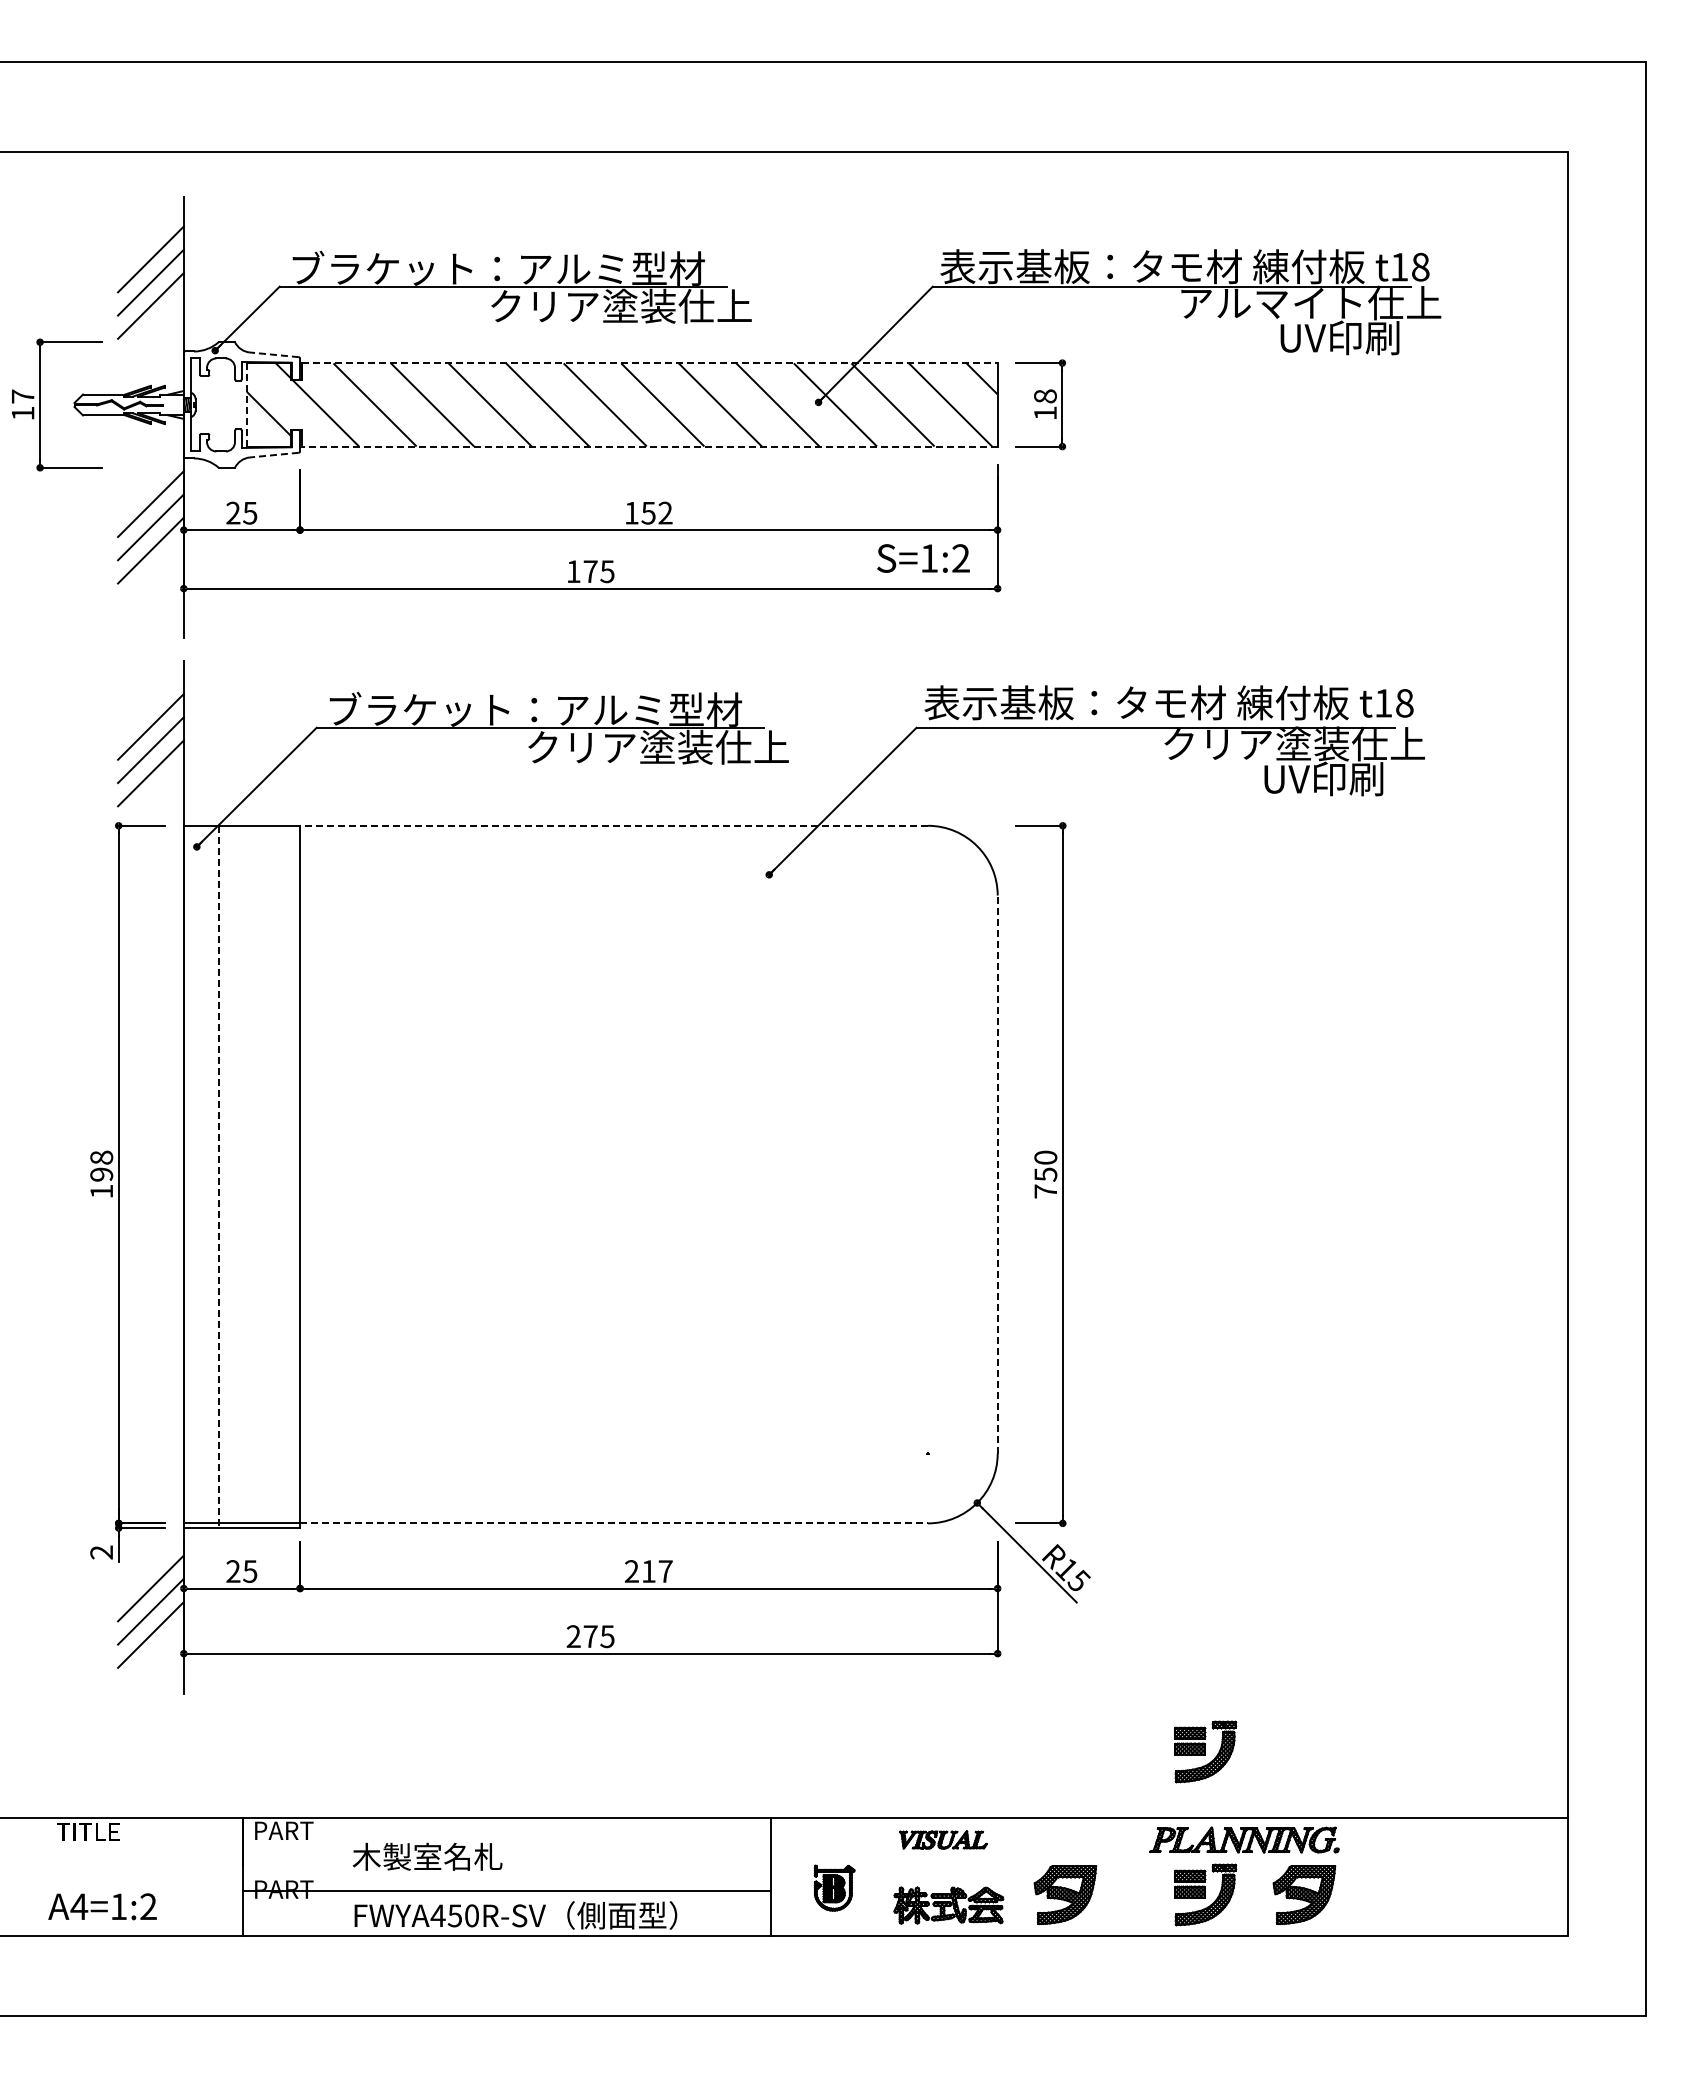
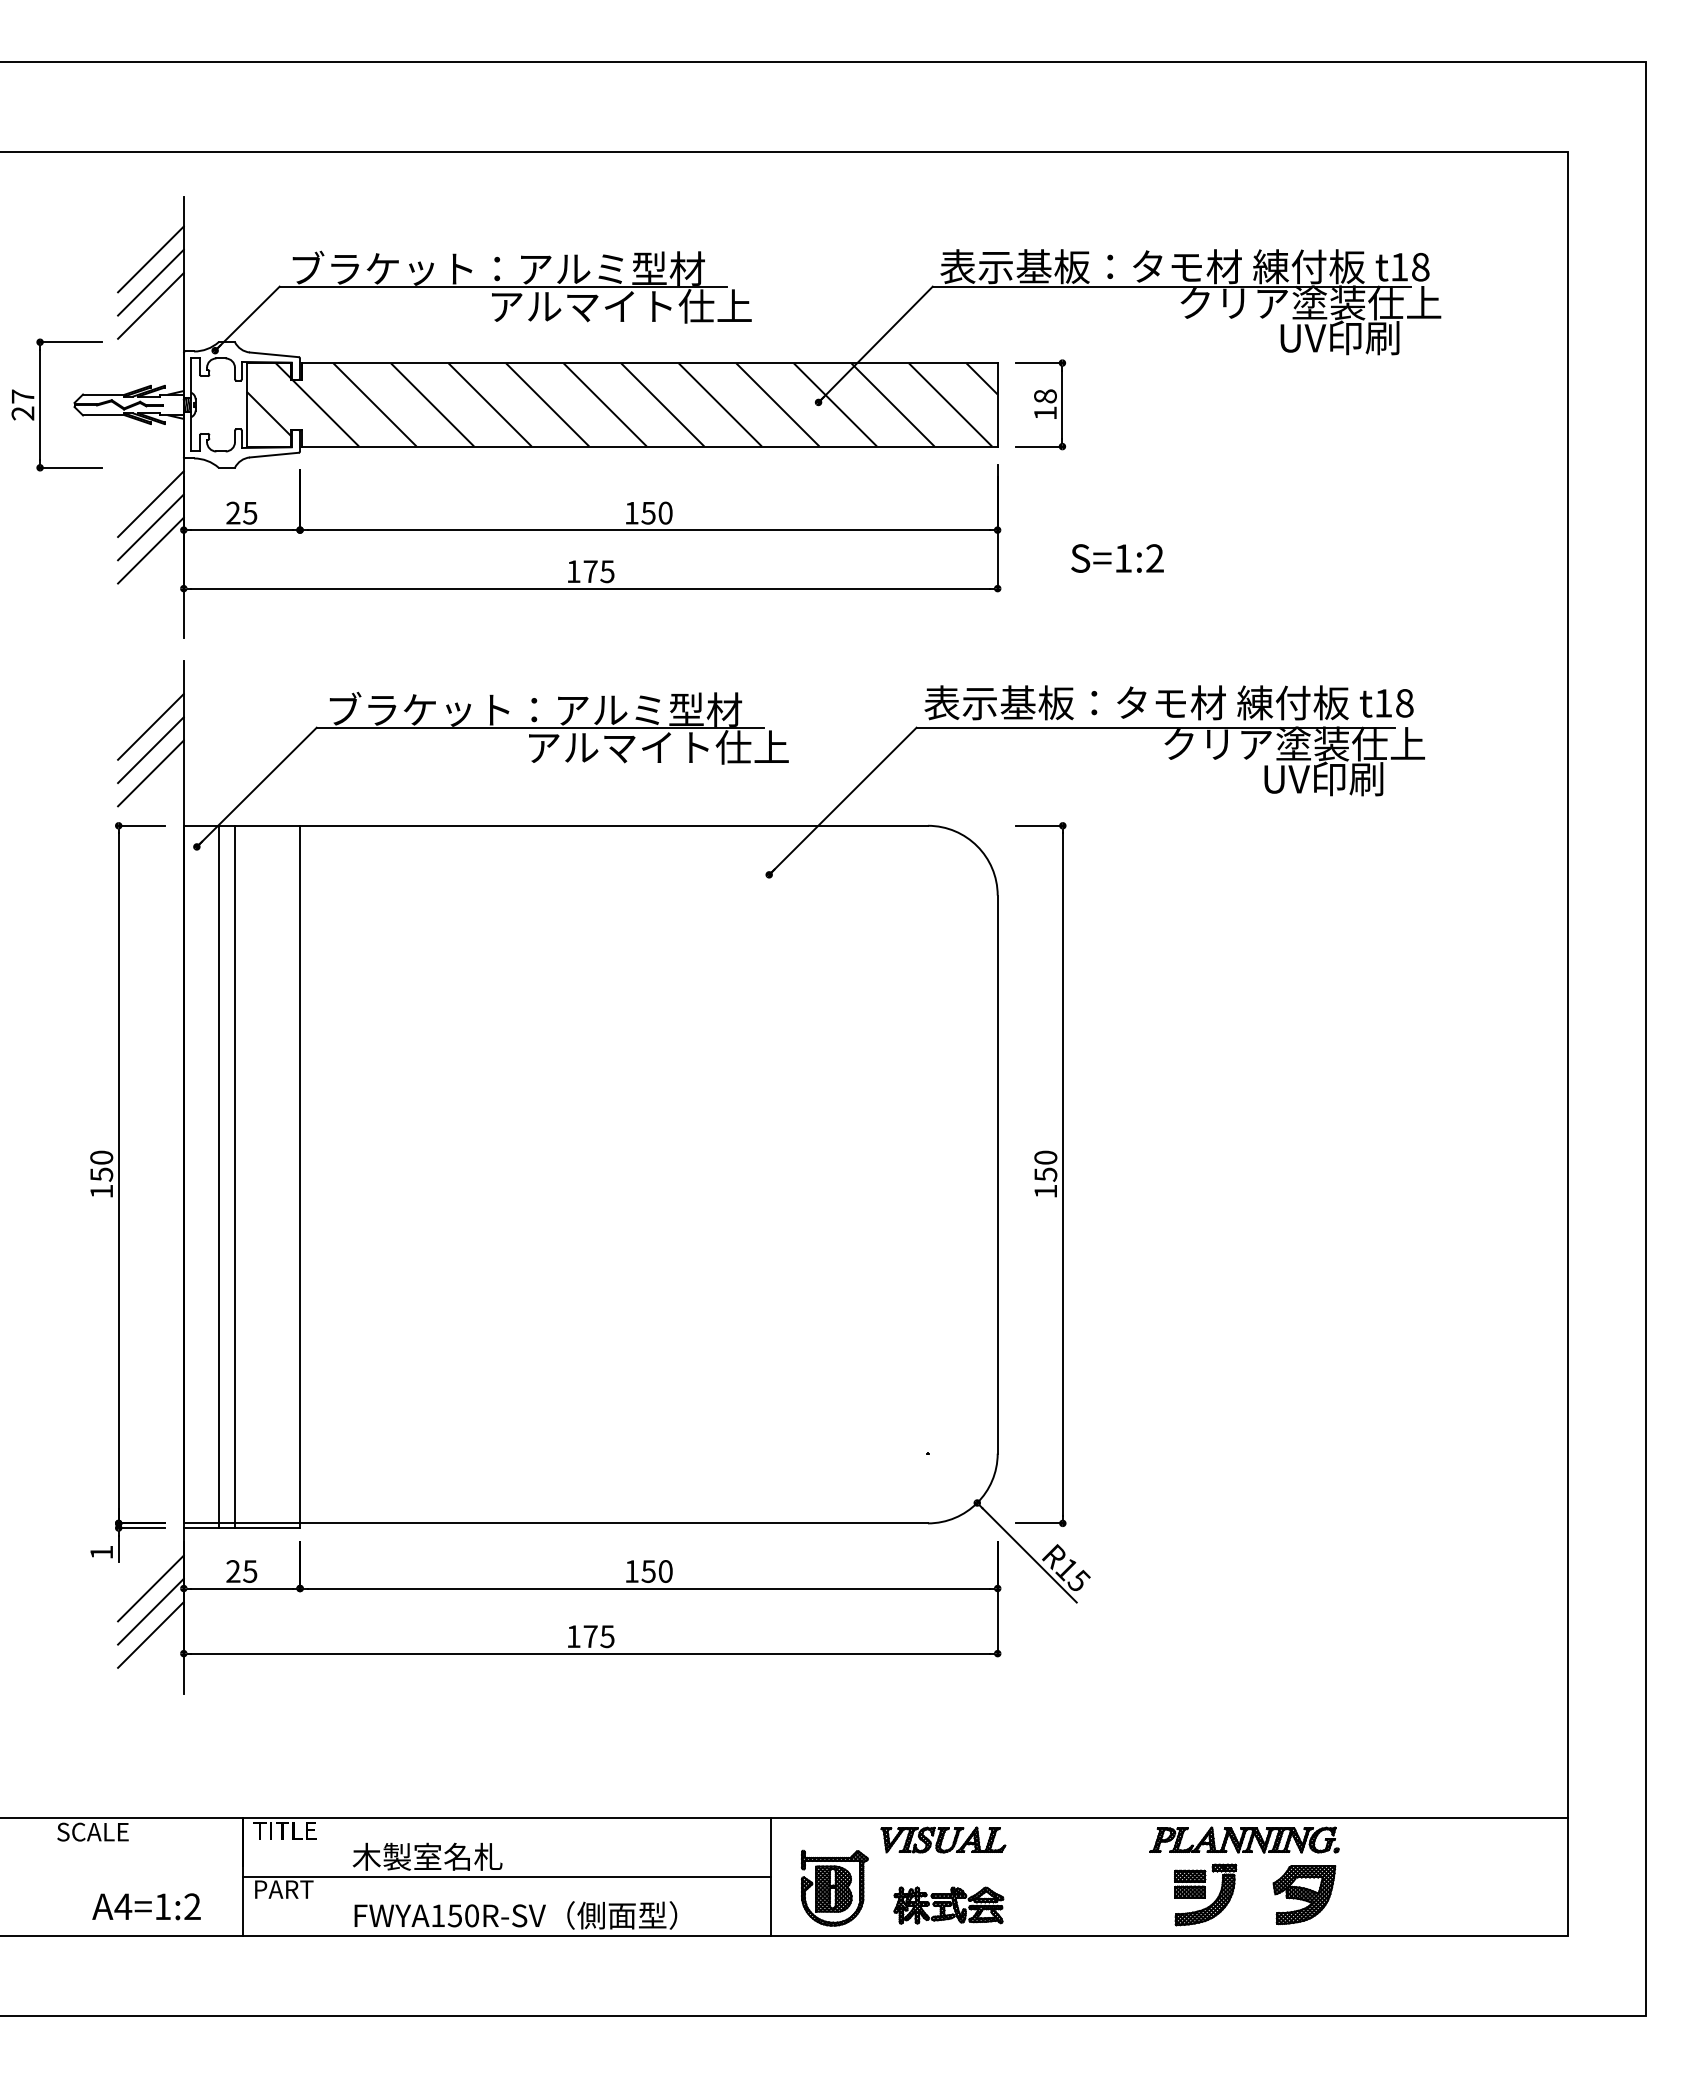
text at (1272, 302): アルマイト仕上 -> クリア塗装仕上
text at (583, 305): クリア塗装仕上 -> アルマイト仕上
line at (274, 354): dashed -> solid
line at (649, 363): dashed -> solid
line at (246, 404): dashed -> solid
text at (22, 413): 17 -> 27
line at (649, 446): dashed -> solid
line at (274, 455): dashed -> solid
text at (665, 512): 152 -> 150
text at (923, 558) position: (923, 558) -> (1117, 558)
text at (620, 746): クリア塗装仕上 -> アルマイト仕上
line at (614, 825): dashed -> solid
text at (101, 1165): 198 -> 150
line at (997, 1174): dashed -> solid
line at (234, 1176): none -> present
line at (218, 1177): dashed -> solid
text at (1045, 1191): 750 -> 150
line at (614, 1523): dashed -> solid
text at (101, 1552): 2 -> 1
text at (648, 1571): 217 -> 150
text at (573, 1636): 275 -> 175
part at (1205, 1751): present -> none
text at (284, 1830): PART -> TITLE
text at (92, 1831): TITLE -> SCALE
part at (943, 1839) size: 89x20 px -> 127x28 px
part at (834, 1887) size: 43x48 px -> 69x78 px
line at (506, 1891) position: (506, 1891) -> (506, 1877)
part at (1065, 1895): present -> none
text at (102, 1906) position: (102, 1906) -> (146, 1906)
text at (437, 1915): FWYA450R-SV -> FWYA150R-SV
